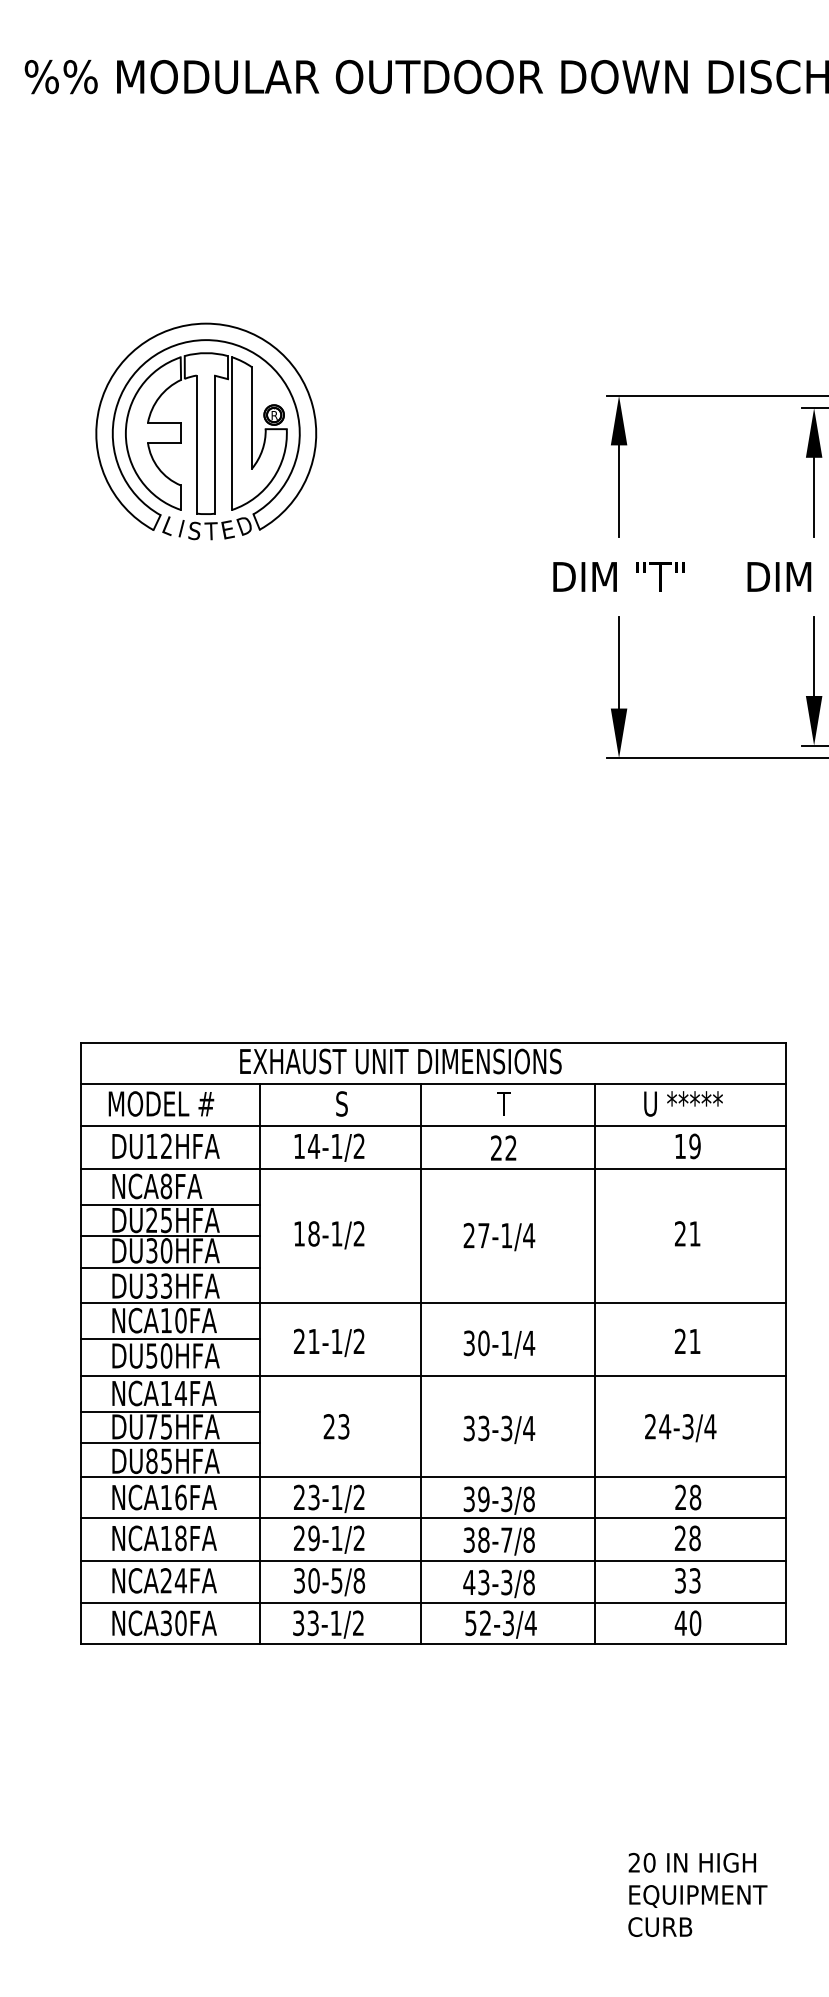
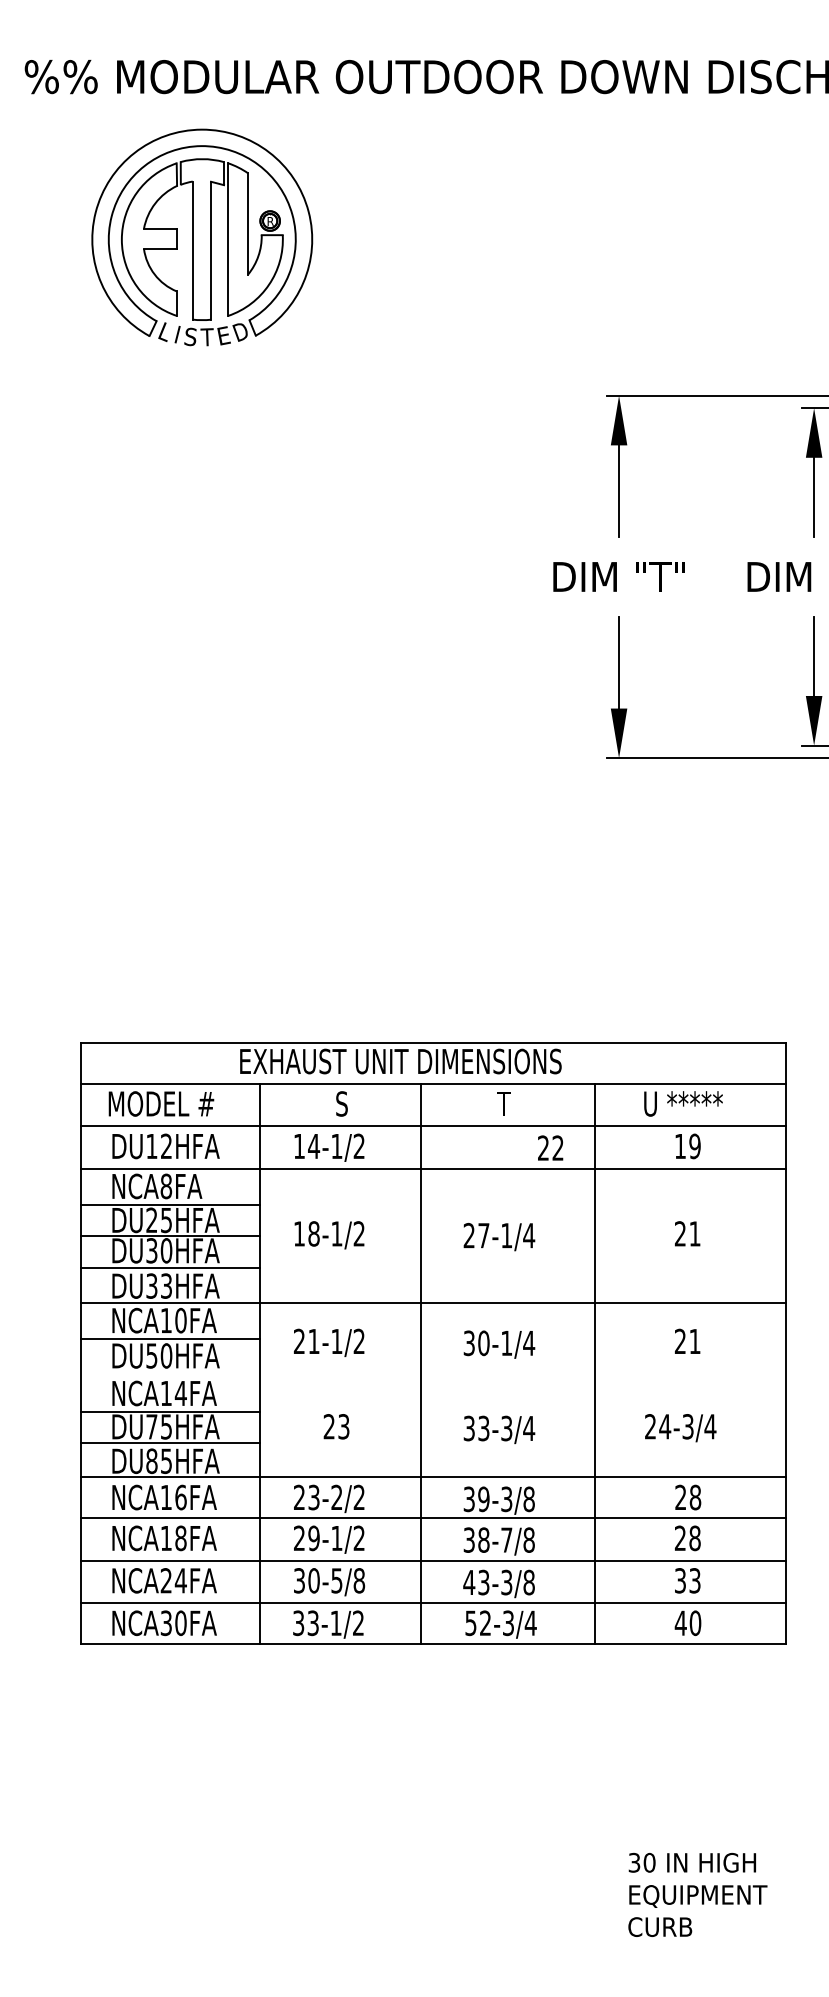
part at (206, 431) position: (206, 431) -> (202, 237)
text at (503, 1147) position: (503, 1147) -> (550, 1147)
line at (433, 1375): present -> none
text at (336, 1496): 23-1/2 -> 23-2/2
text at (634, 1862): 20 -> 30
